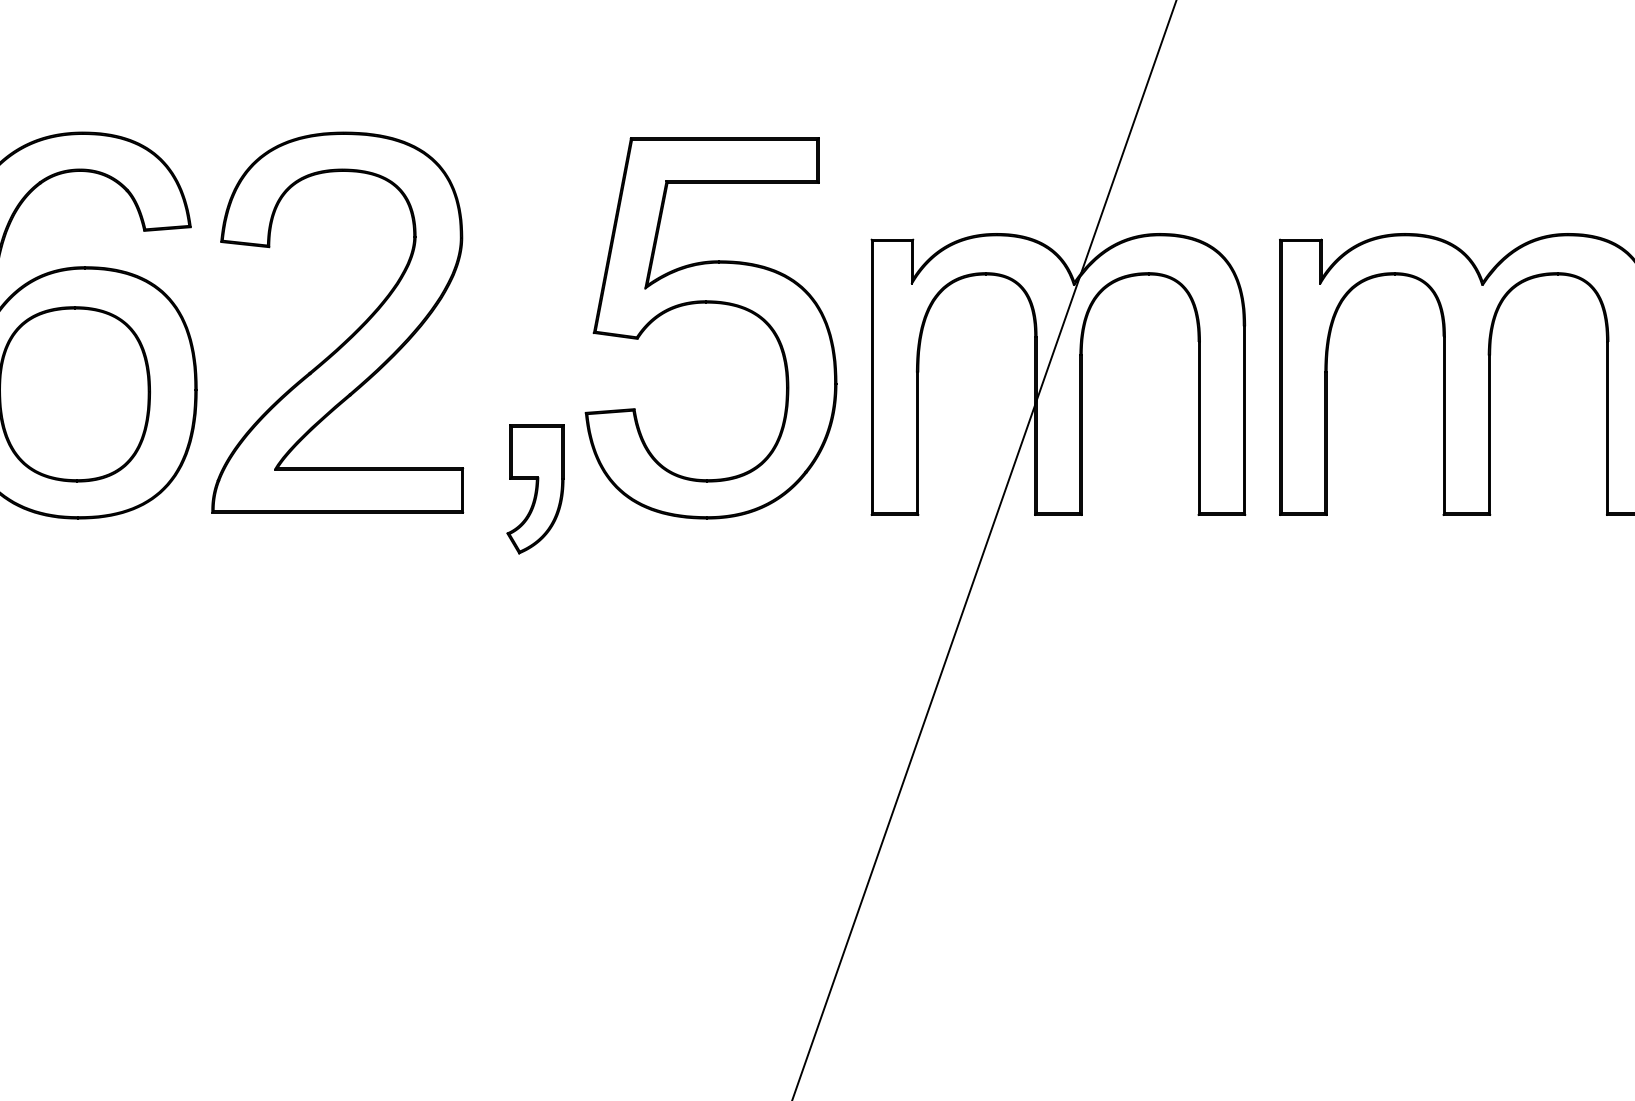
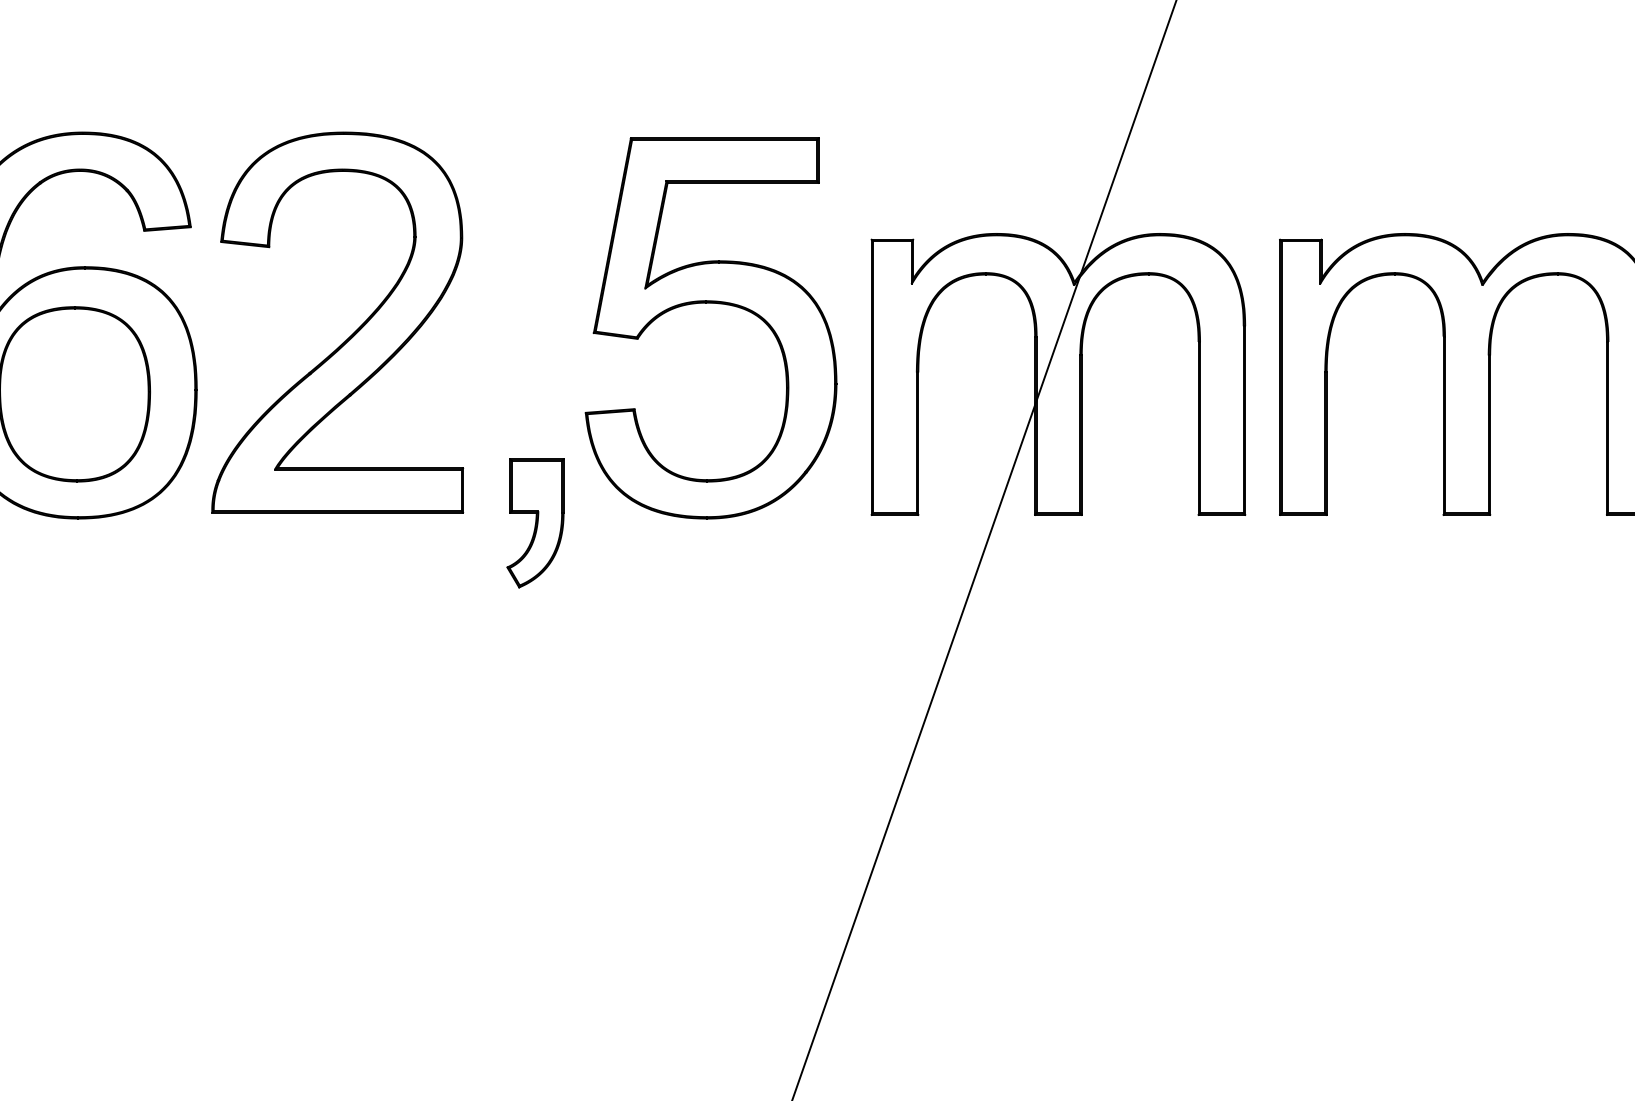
part at (535, 489) position: (535, 489) -> (535, 523)
